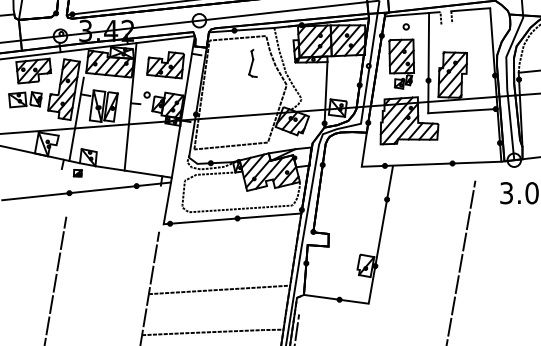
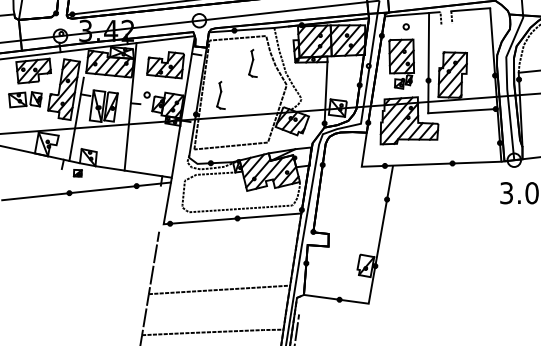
part at (220, 94): none -> present
line at (461, 261): present -> none
line at (55, 279): present -> none
